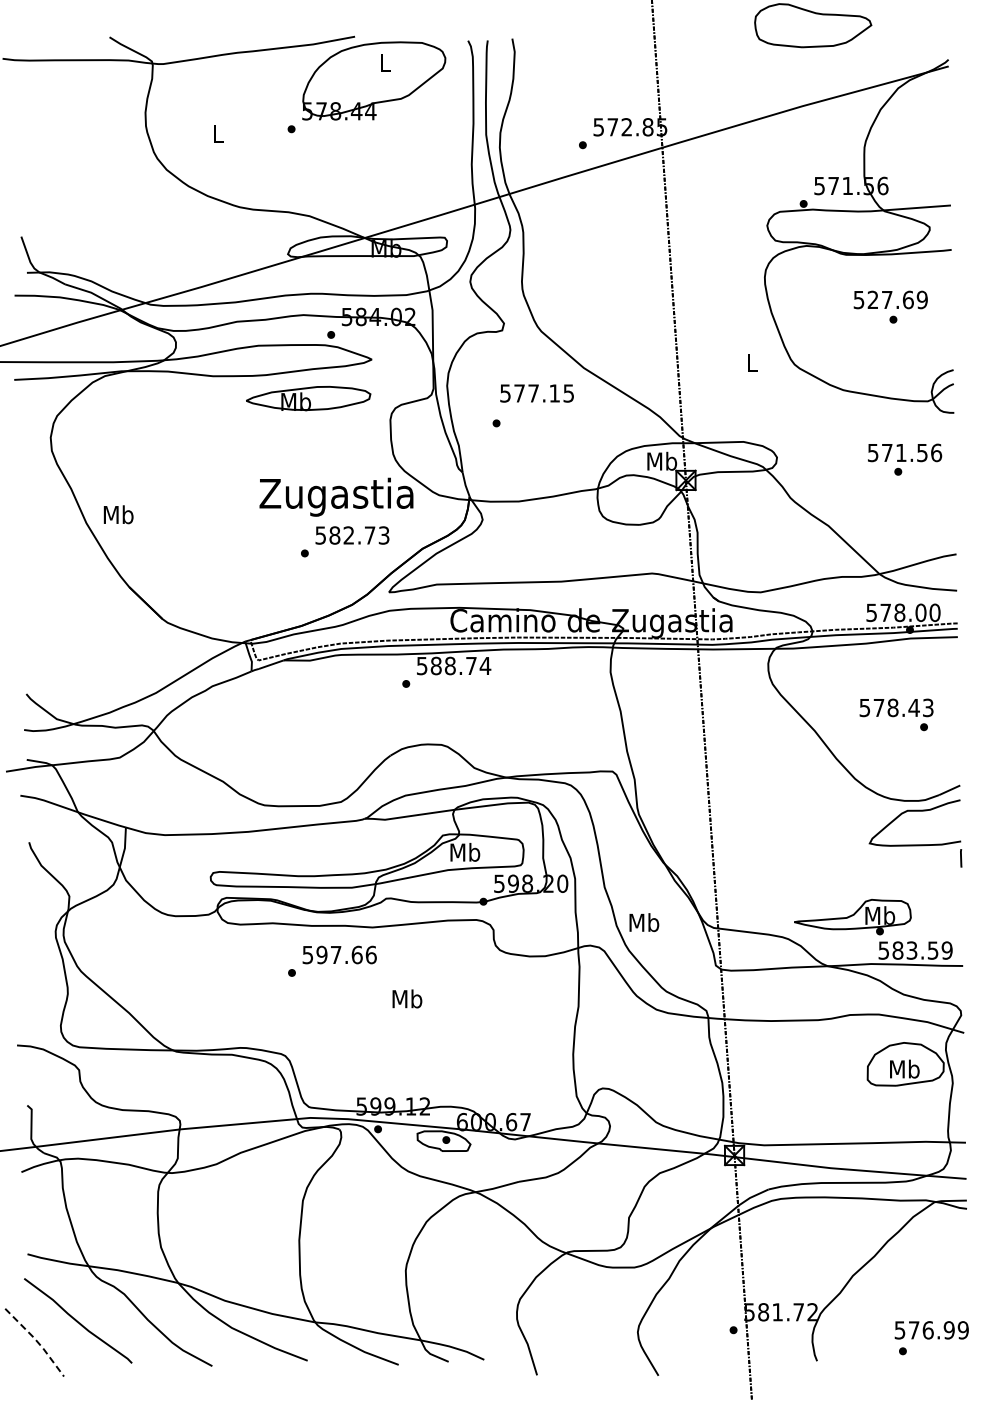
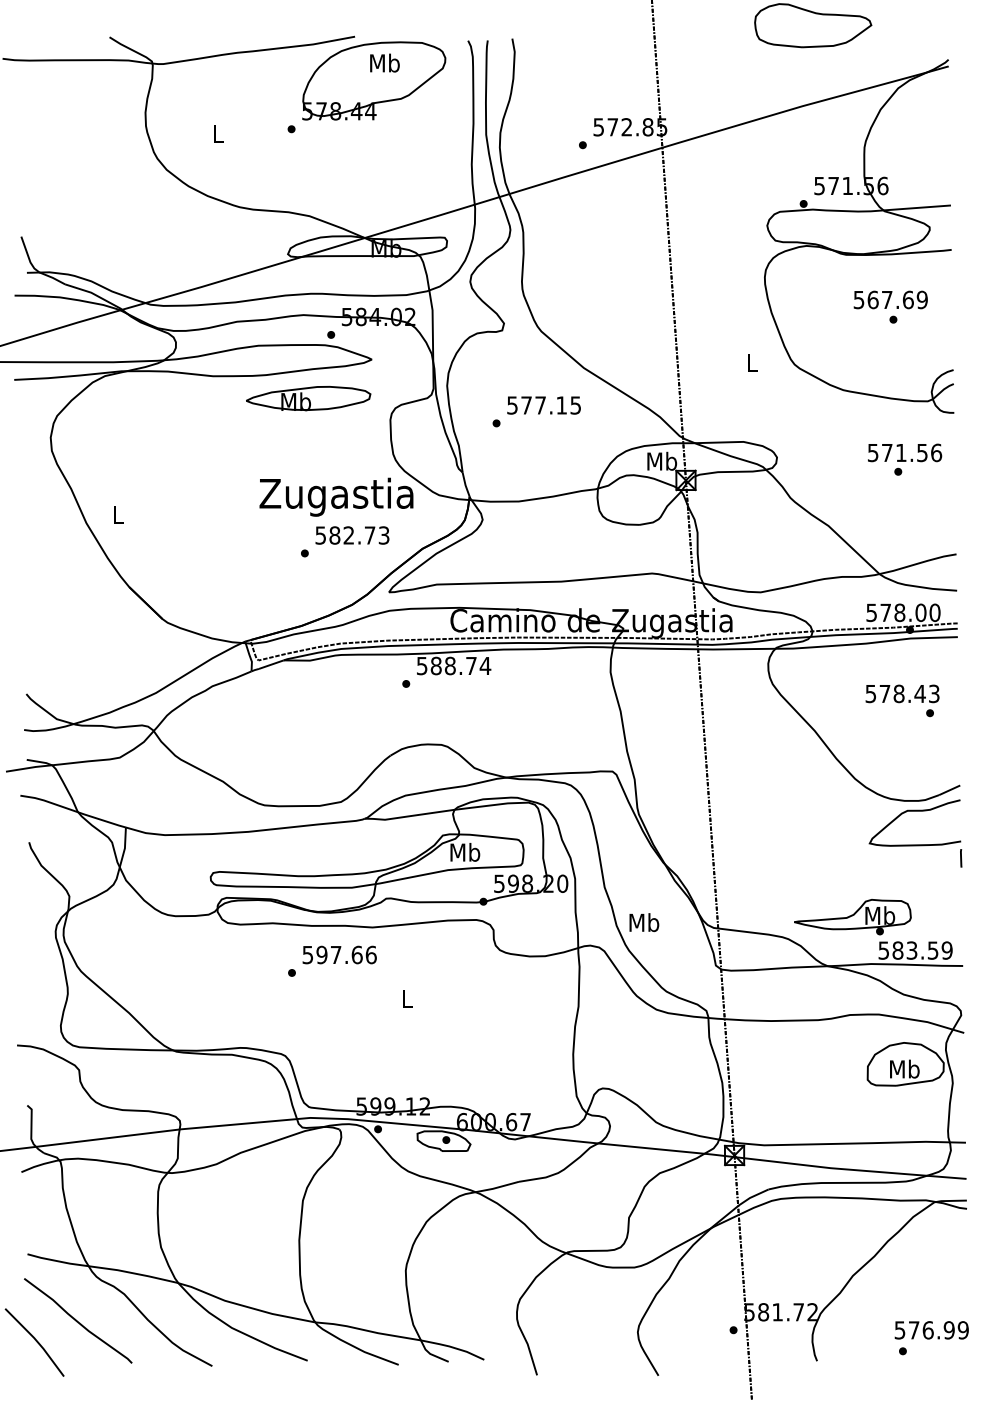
text at (384, 62): L -> Mb
text at (872, 299): 527.69 -> 567.69
text at (536, 393) position: (536, 393) -> (543, 405)
text at (118, 514): Mb -> L
text at (896, 714) position: (896, 714) -> (902, 700)
text at (407, 998): Mb -> L
line at (36, 1340): dashed -> solid
